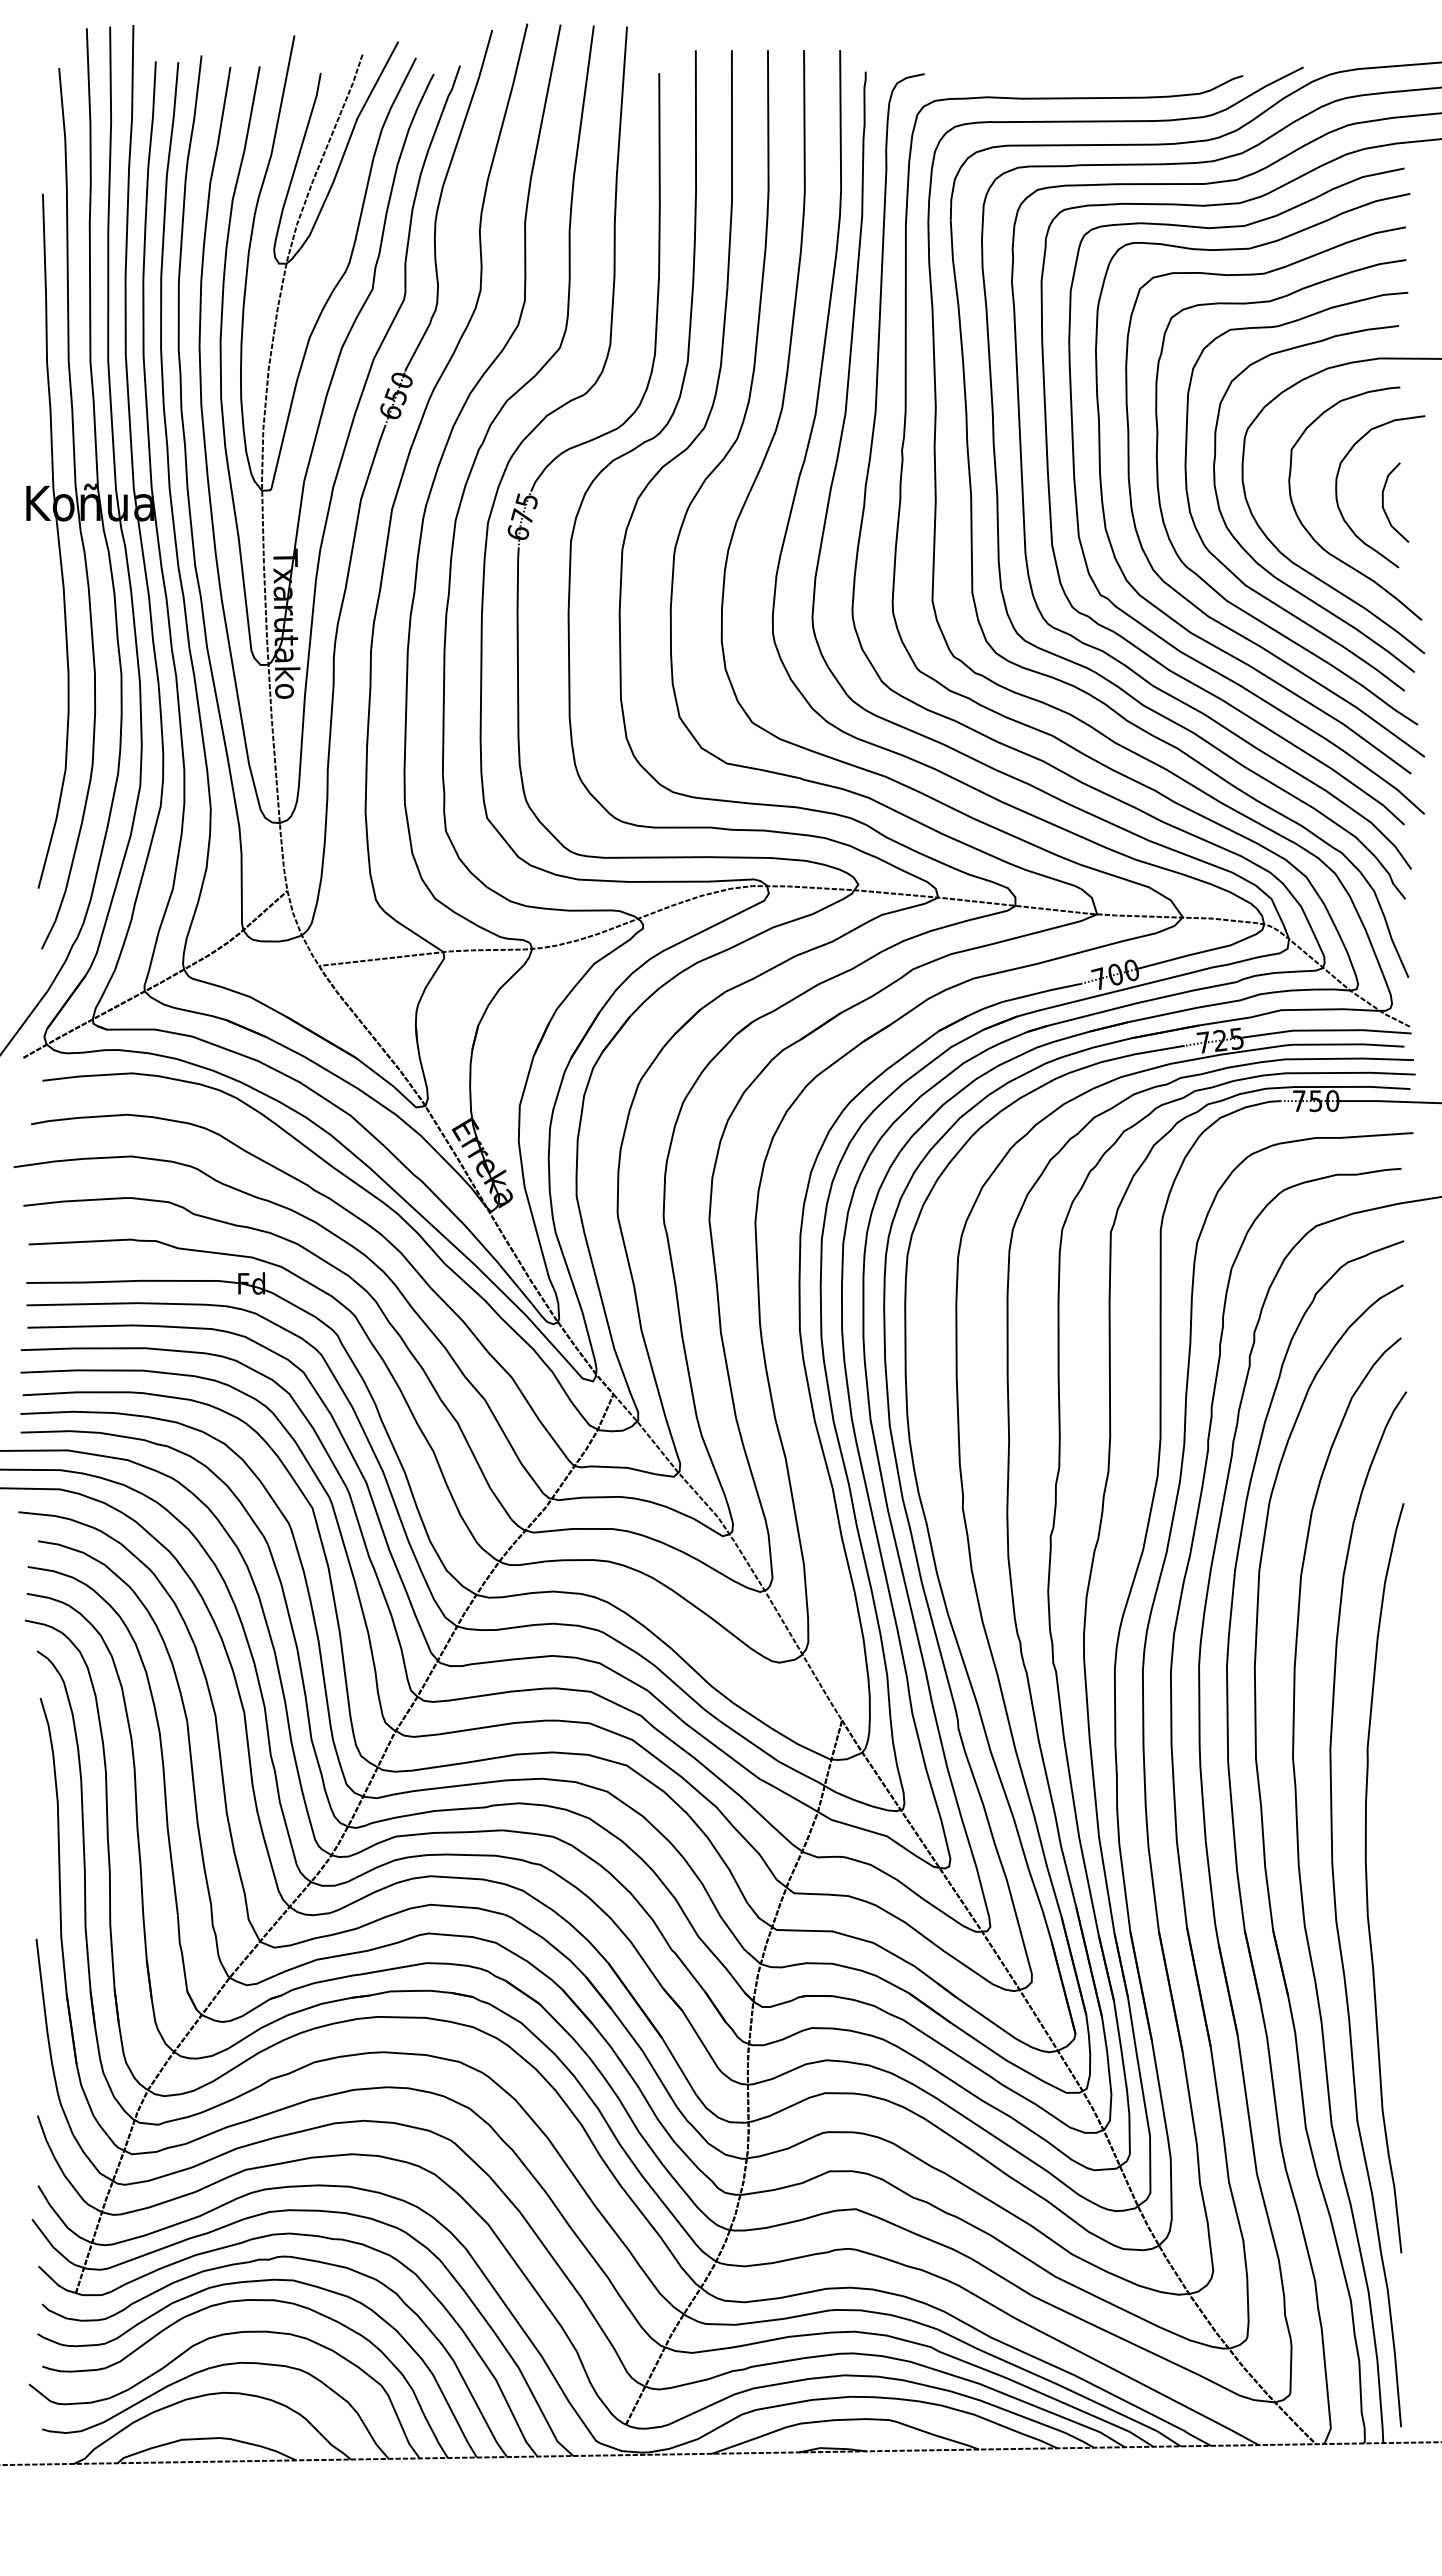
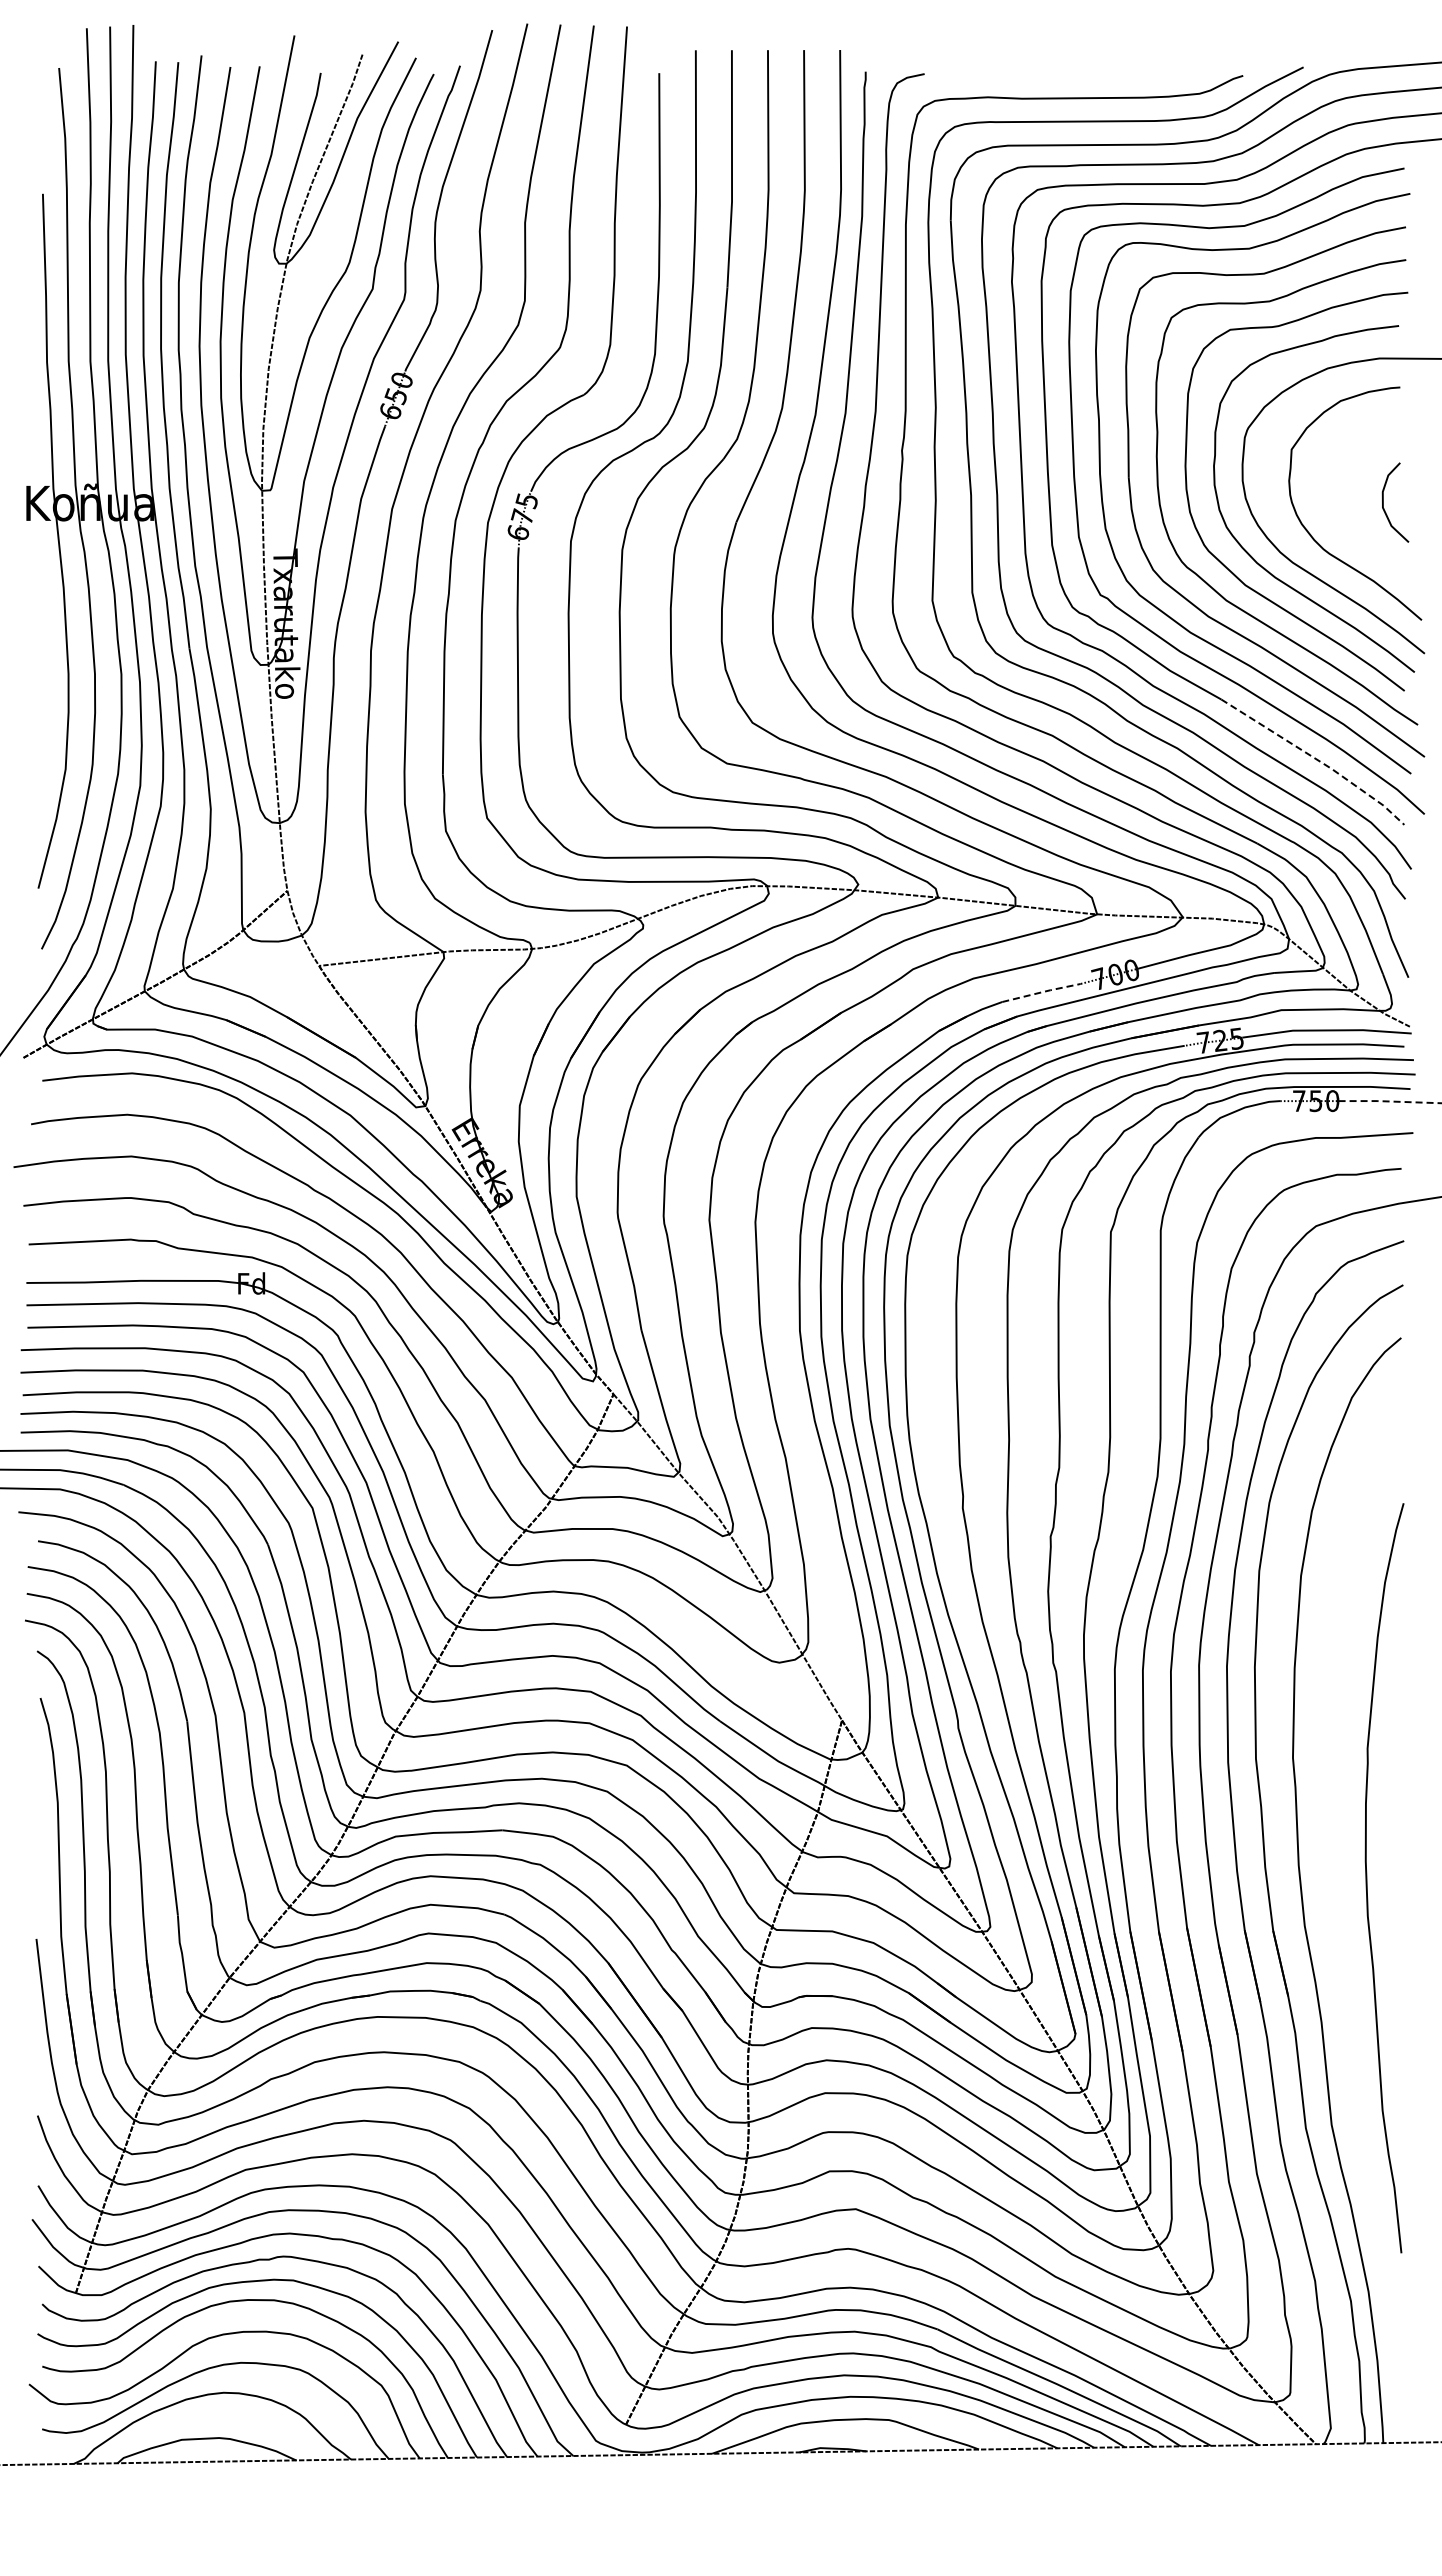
curve at (1337, 491): present -> none
line at (1316, 759): solid -> dashed
line at (1042, 992): solid -> dashed
line at (1390, 1101): solid -> dashed
curve at (1336, 1909): present -> none
